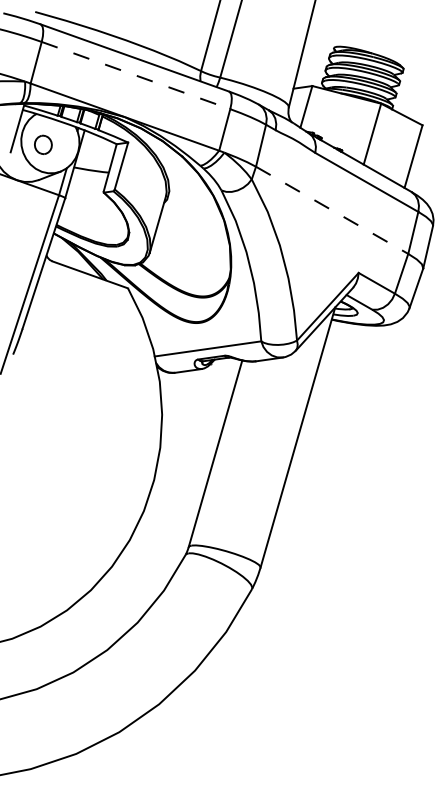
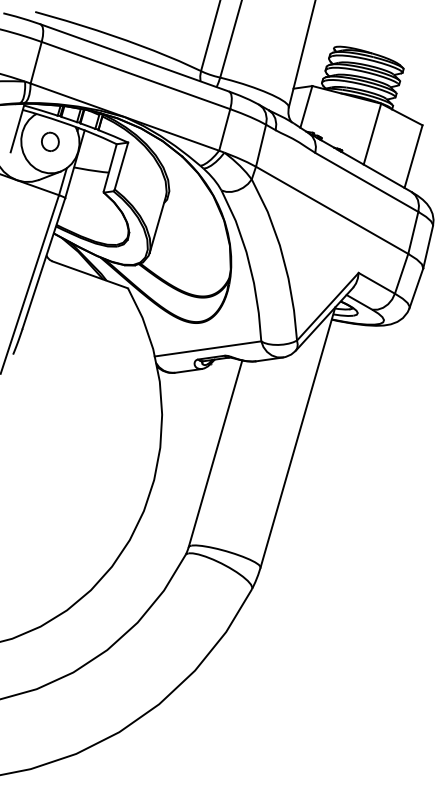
line at (136, 75): dashed -> solid
part at (43, 144) position: (43, 144) -> (50, 141)
line at (332, 210): dashed -> solid
